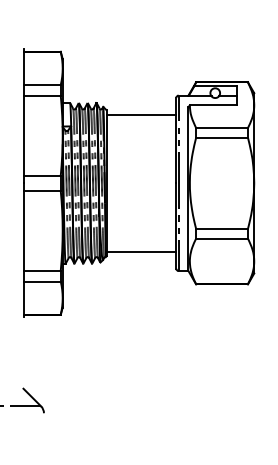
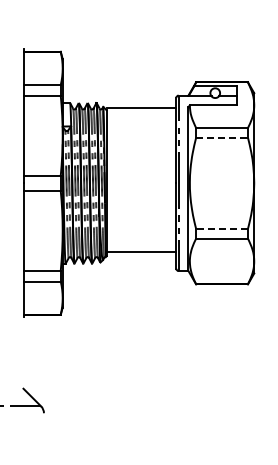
line at (141, 115) position: (141, 115) -> (141, 108)
line at (222, 137): solid -> dashed
line at (222, 229): solid -> dashed
